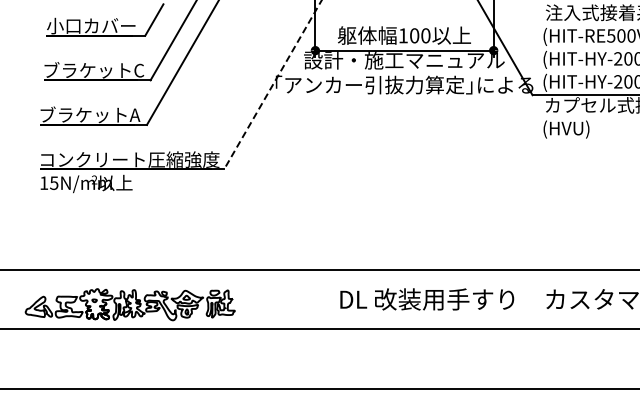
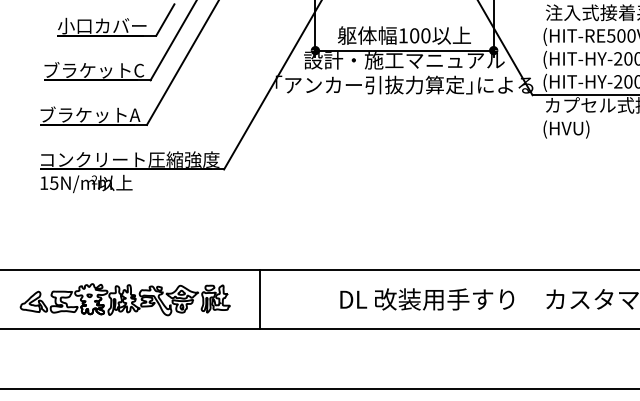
part at (105, 19) position: (105, 19) -> (116, 19)
line at (272, 84): dashed -> solid
line at (259, 299): none -> present
part at (129, 304) position: (129, 304) -> (124, 299)
